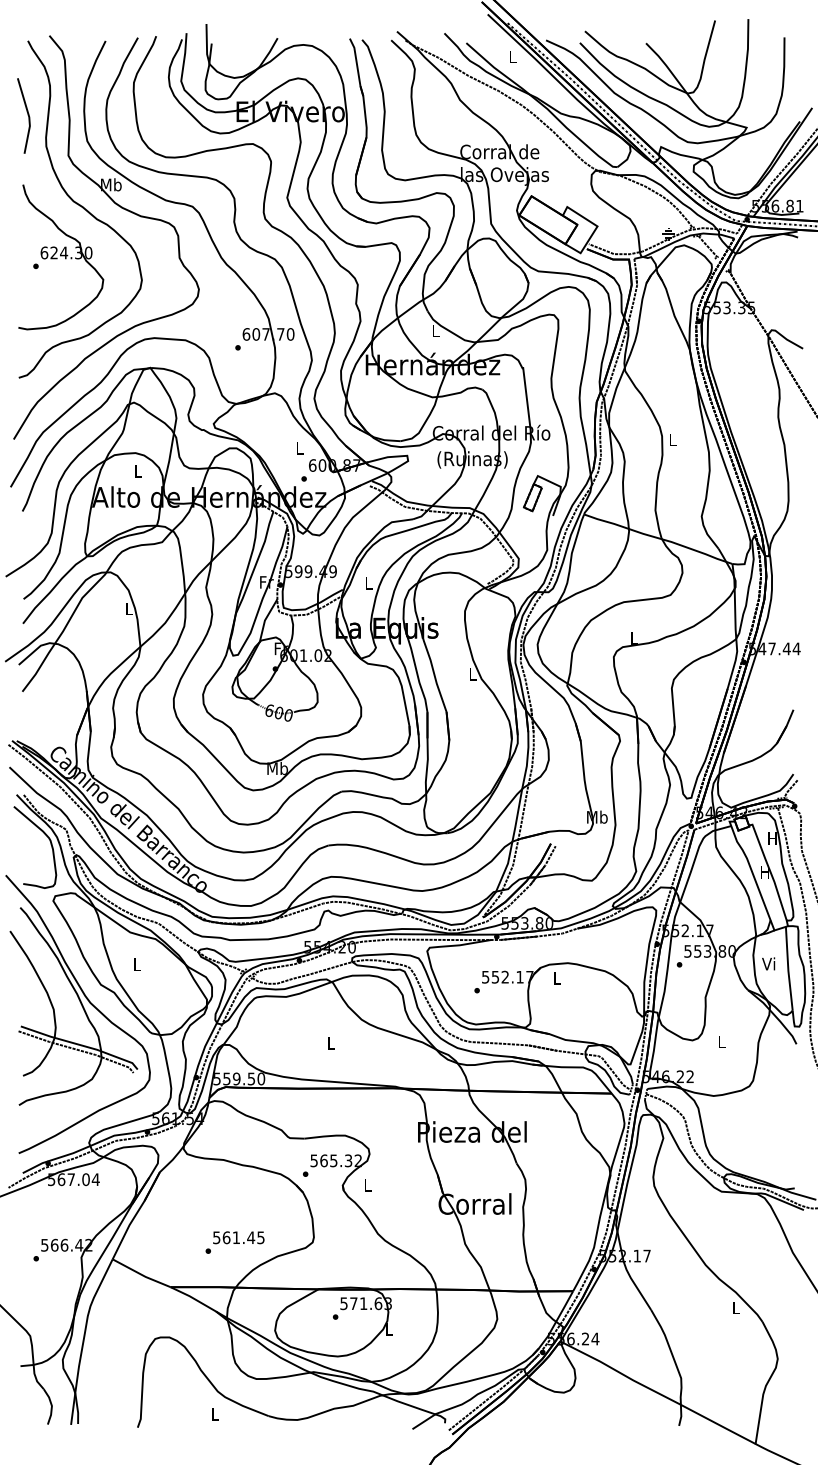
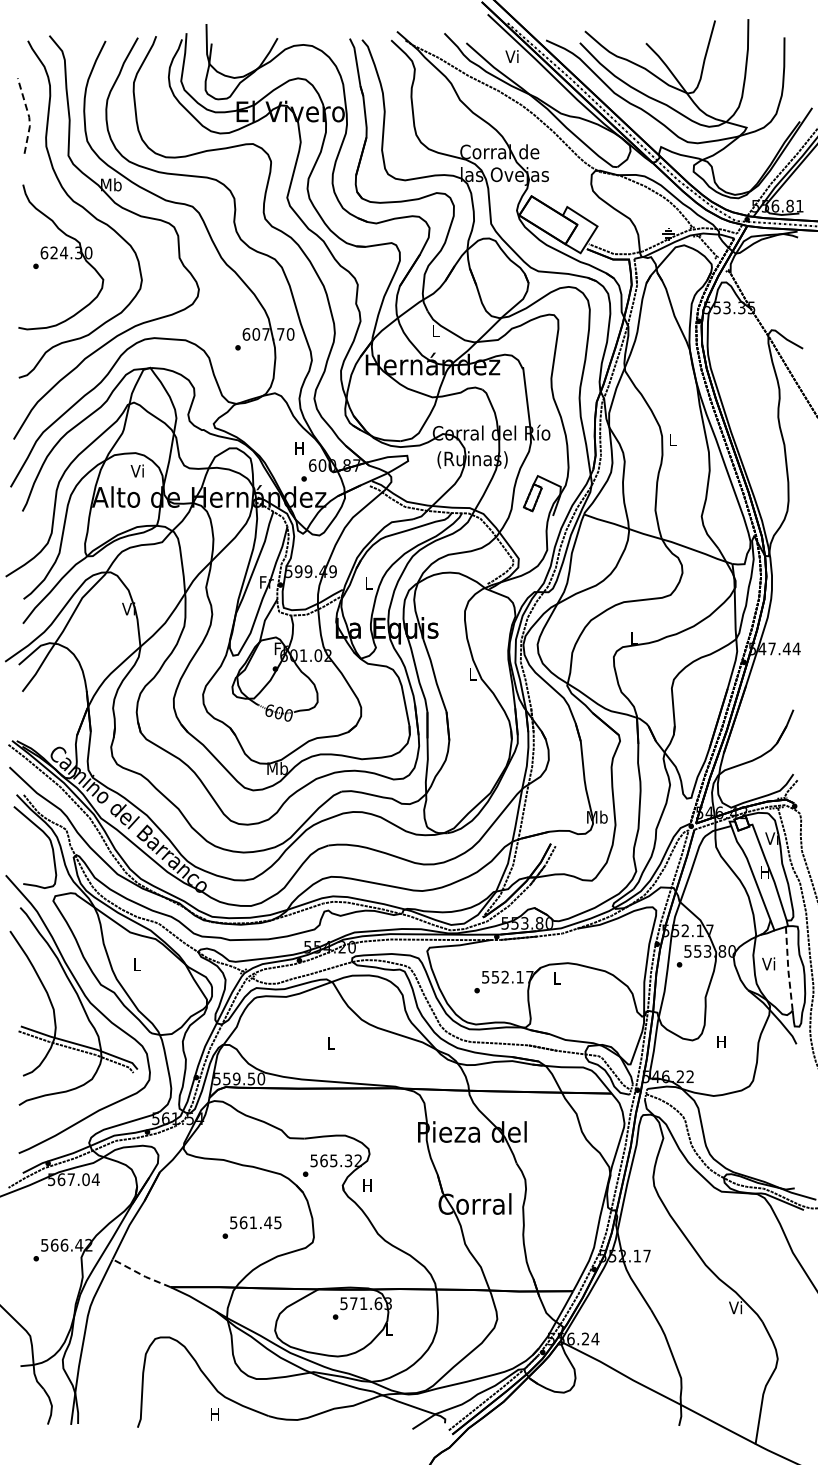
text at (511, 56): L -> Vi
line at (29, 116): solid -> dashed
text at (299, 448): L -> H
text at (136, 470): L -> Vi
text at (128, 608): L -> Vi
text at (771, 838): H -> Vi
line at (788, 969): solid -> dashed
text at (721, 1041): L -> H
text at (367, 1185): L -> H
text at (234, 1242) position: (234, 1242) -> (251, 1227)
line at (141, 1274): solid -> dashed
text at (735, 1307): L -> Vi
text at (214, 1414): L -> H
